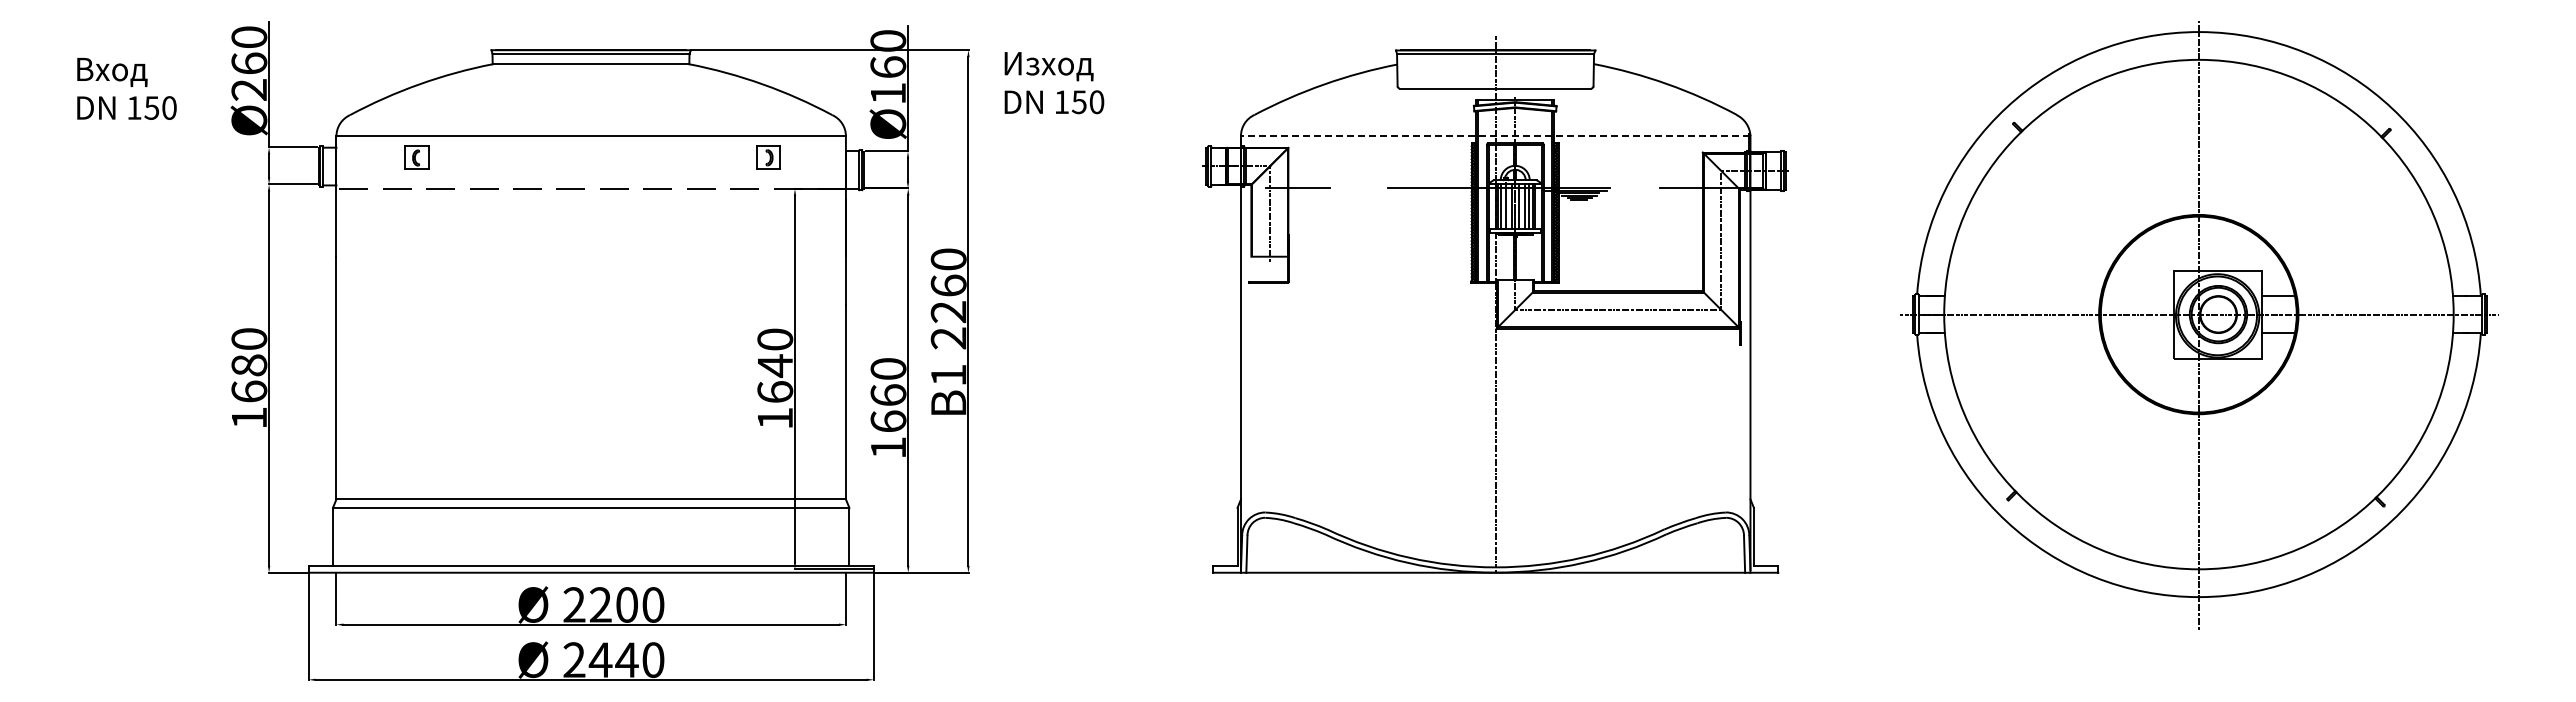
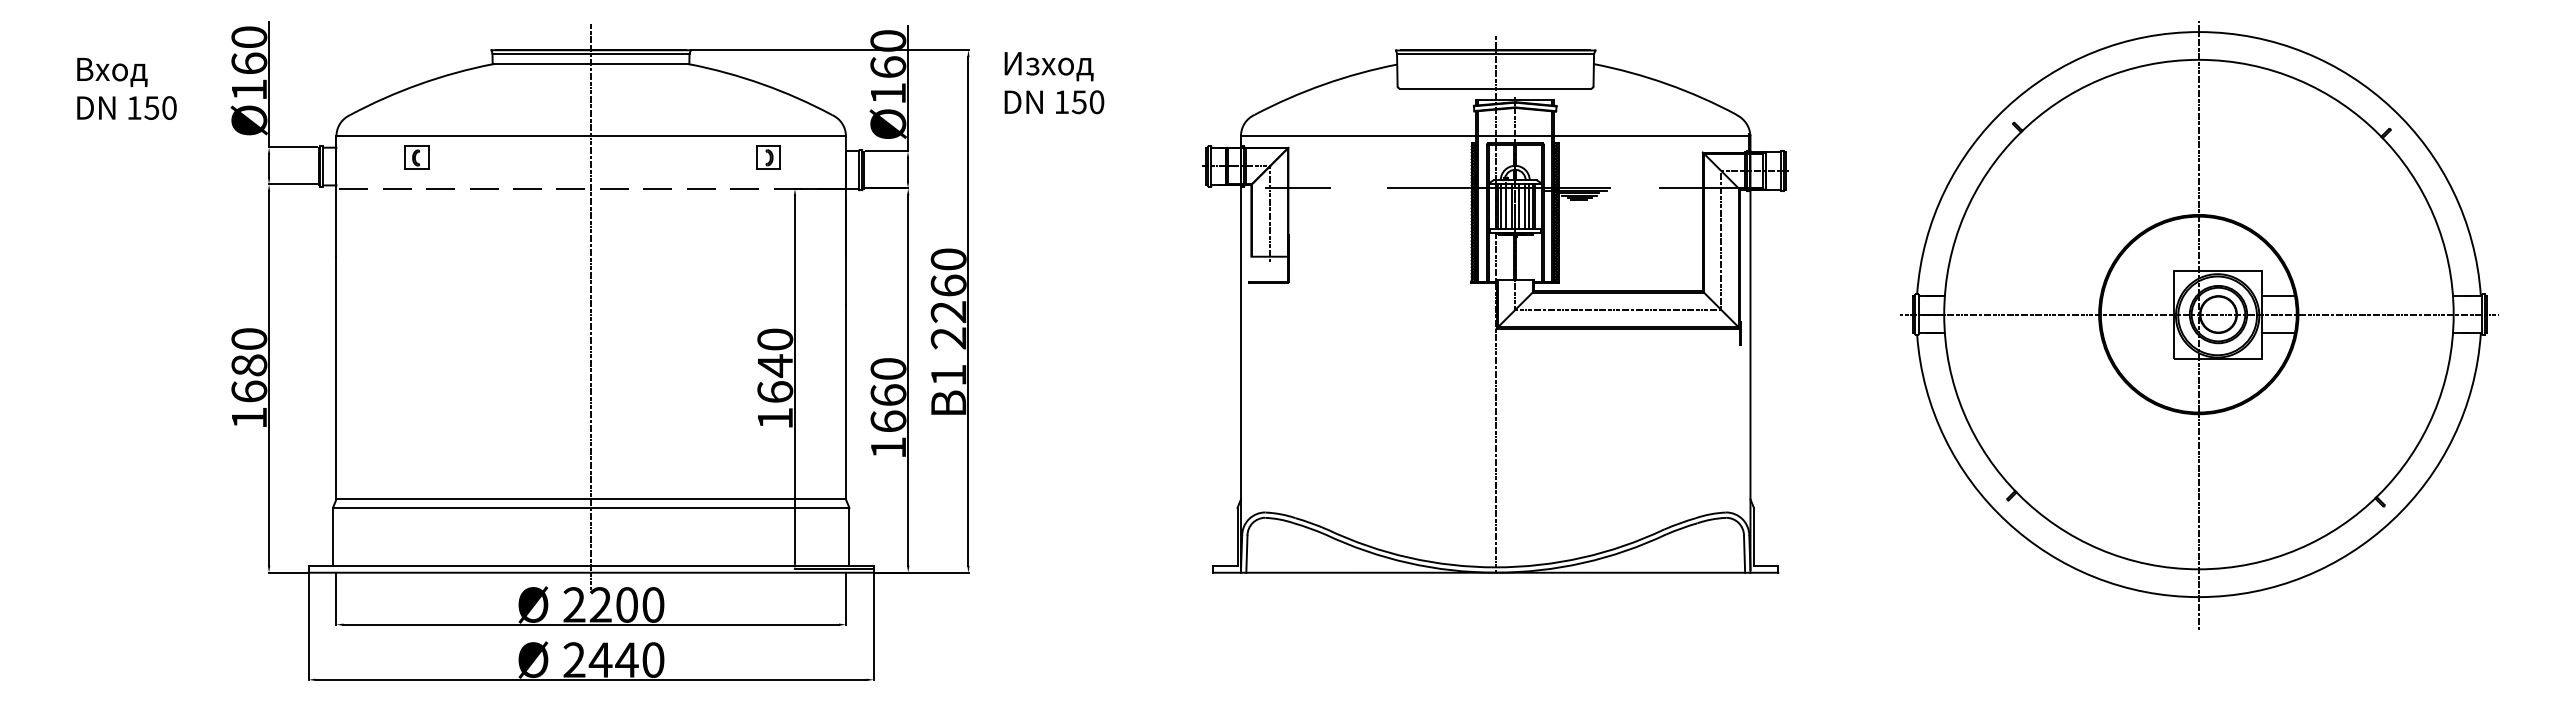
text at (248, 89): Ø260 -> Ø160
line at (1495, 136): dashed -> solid
line at (591, 306): none -> present
